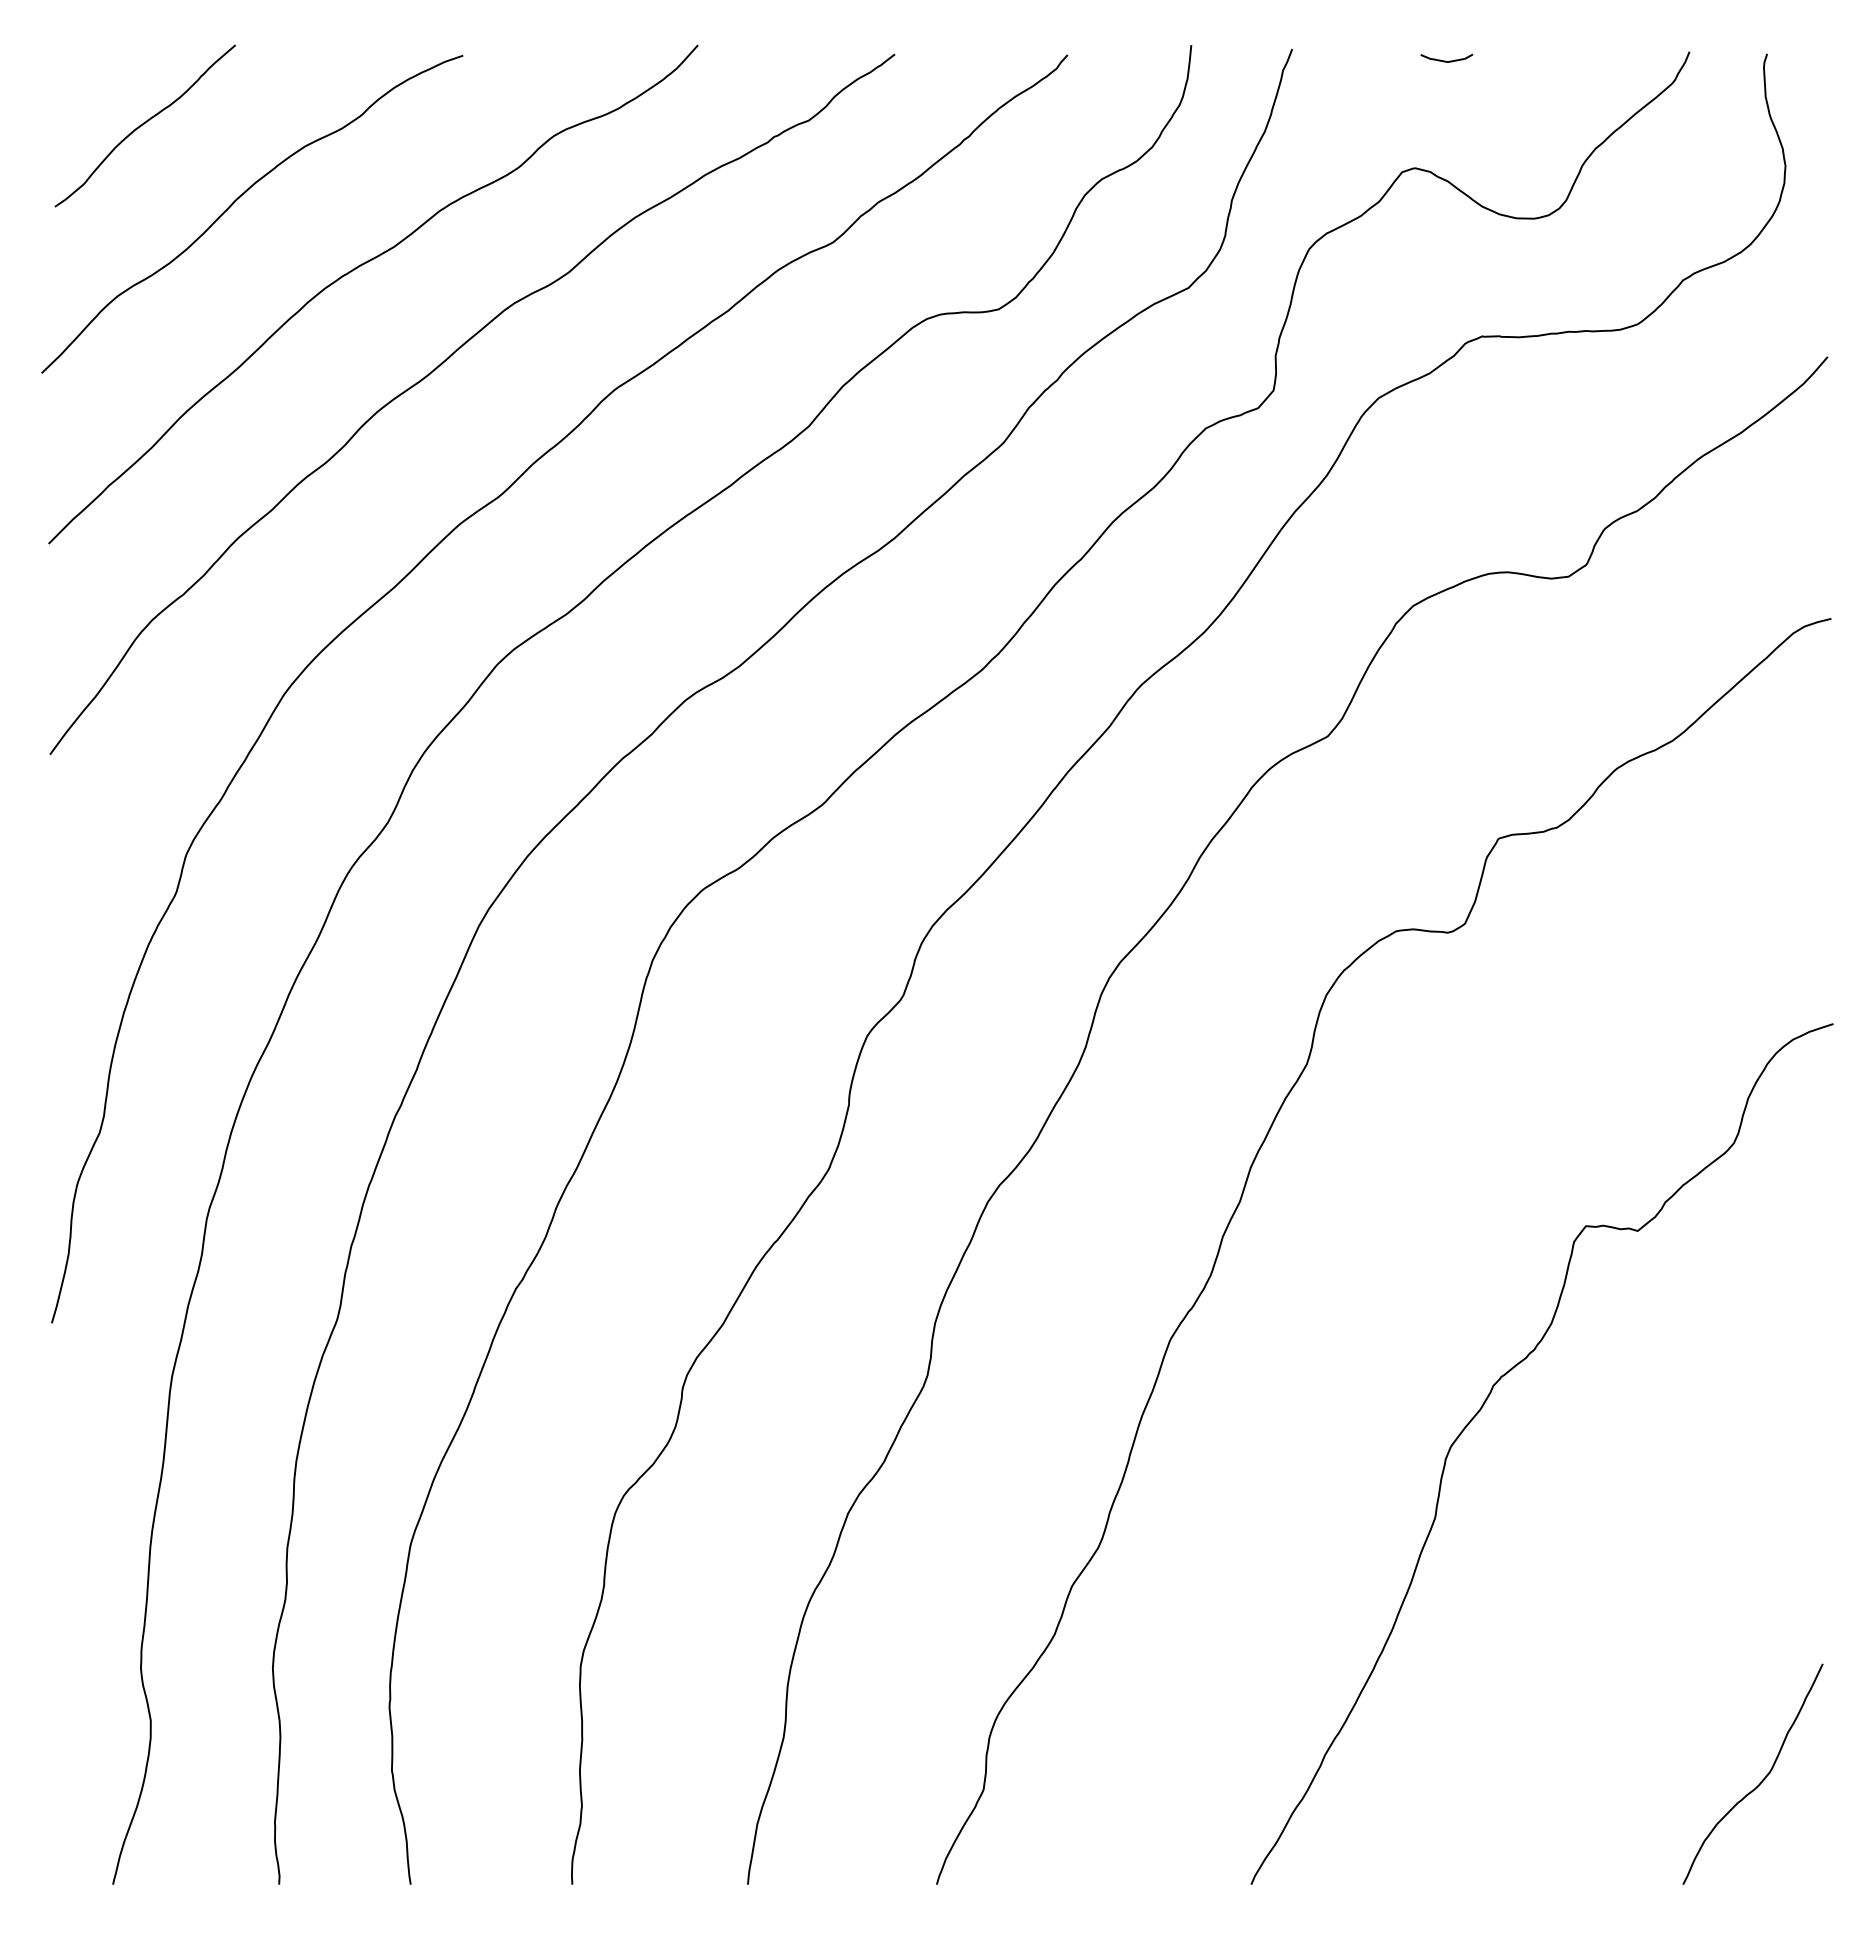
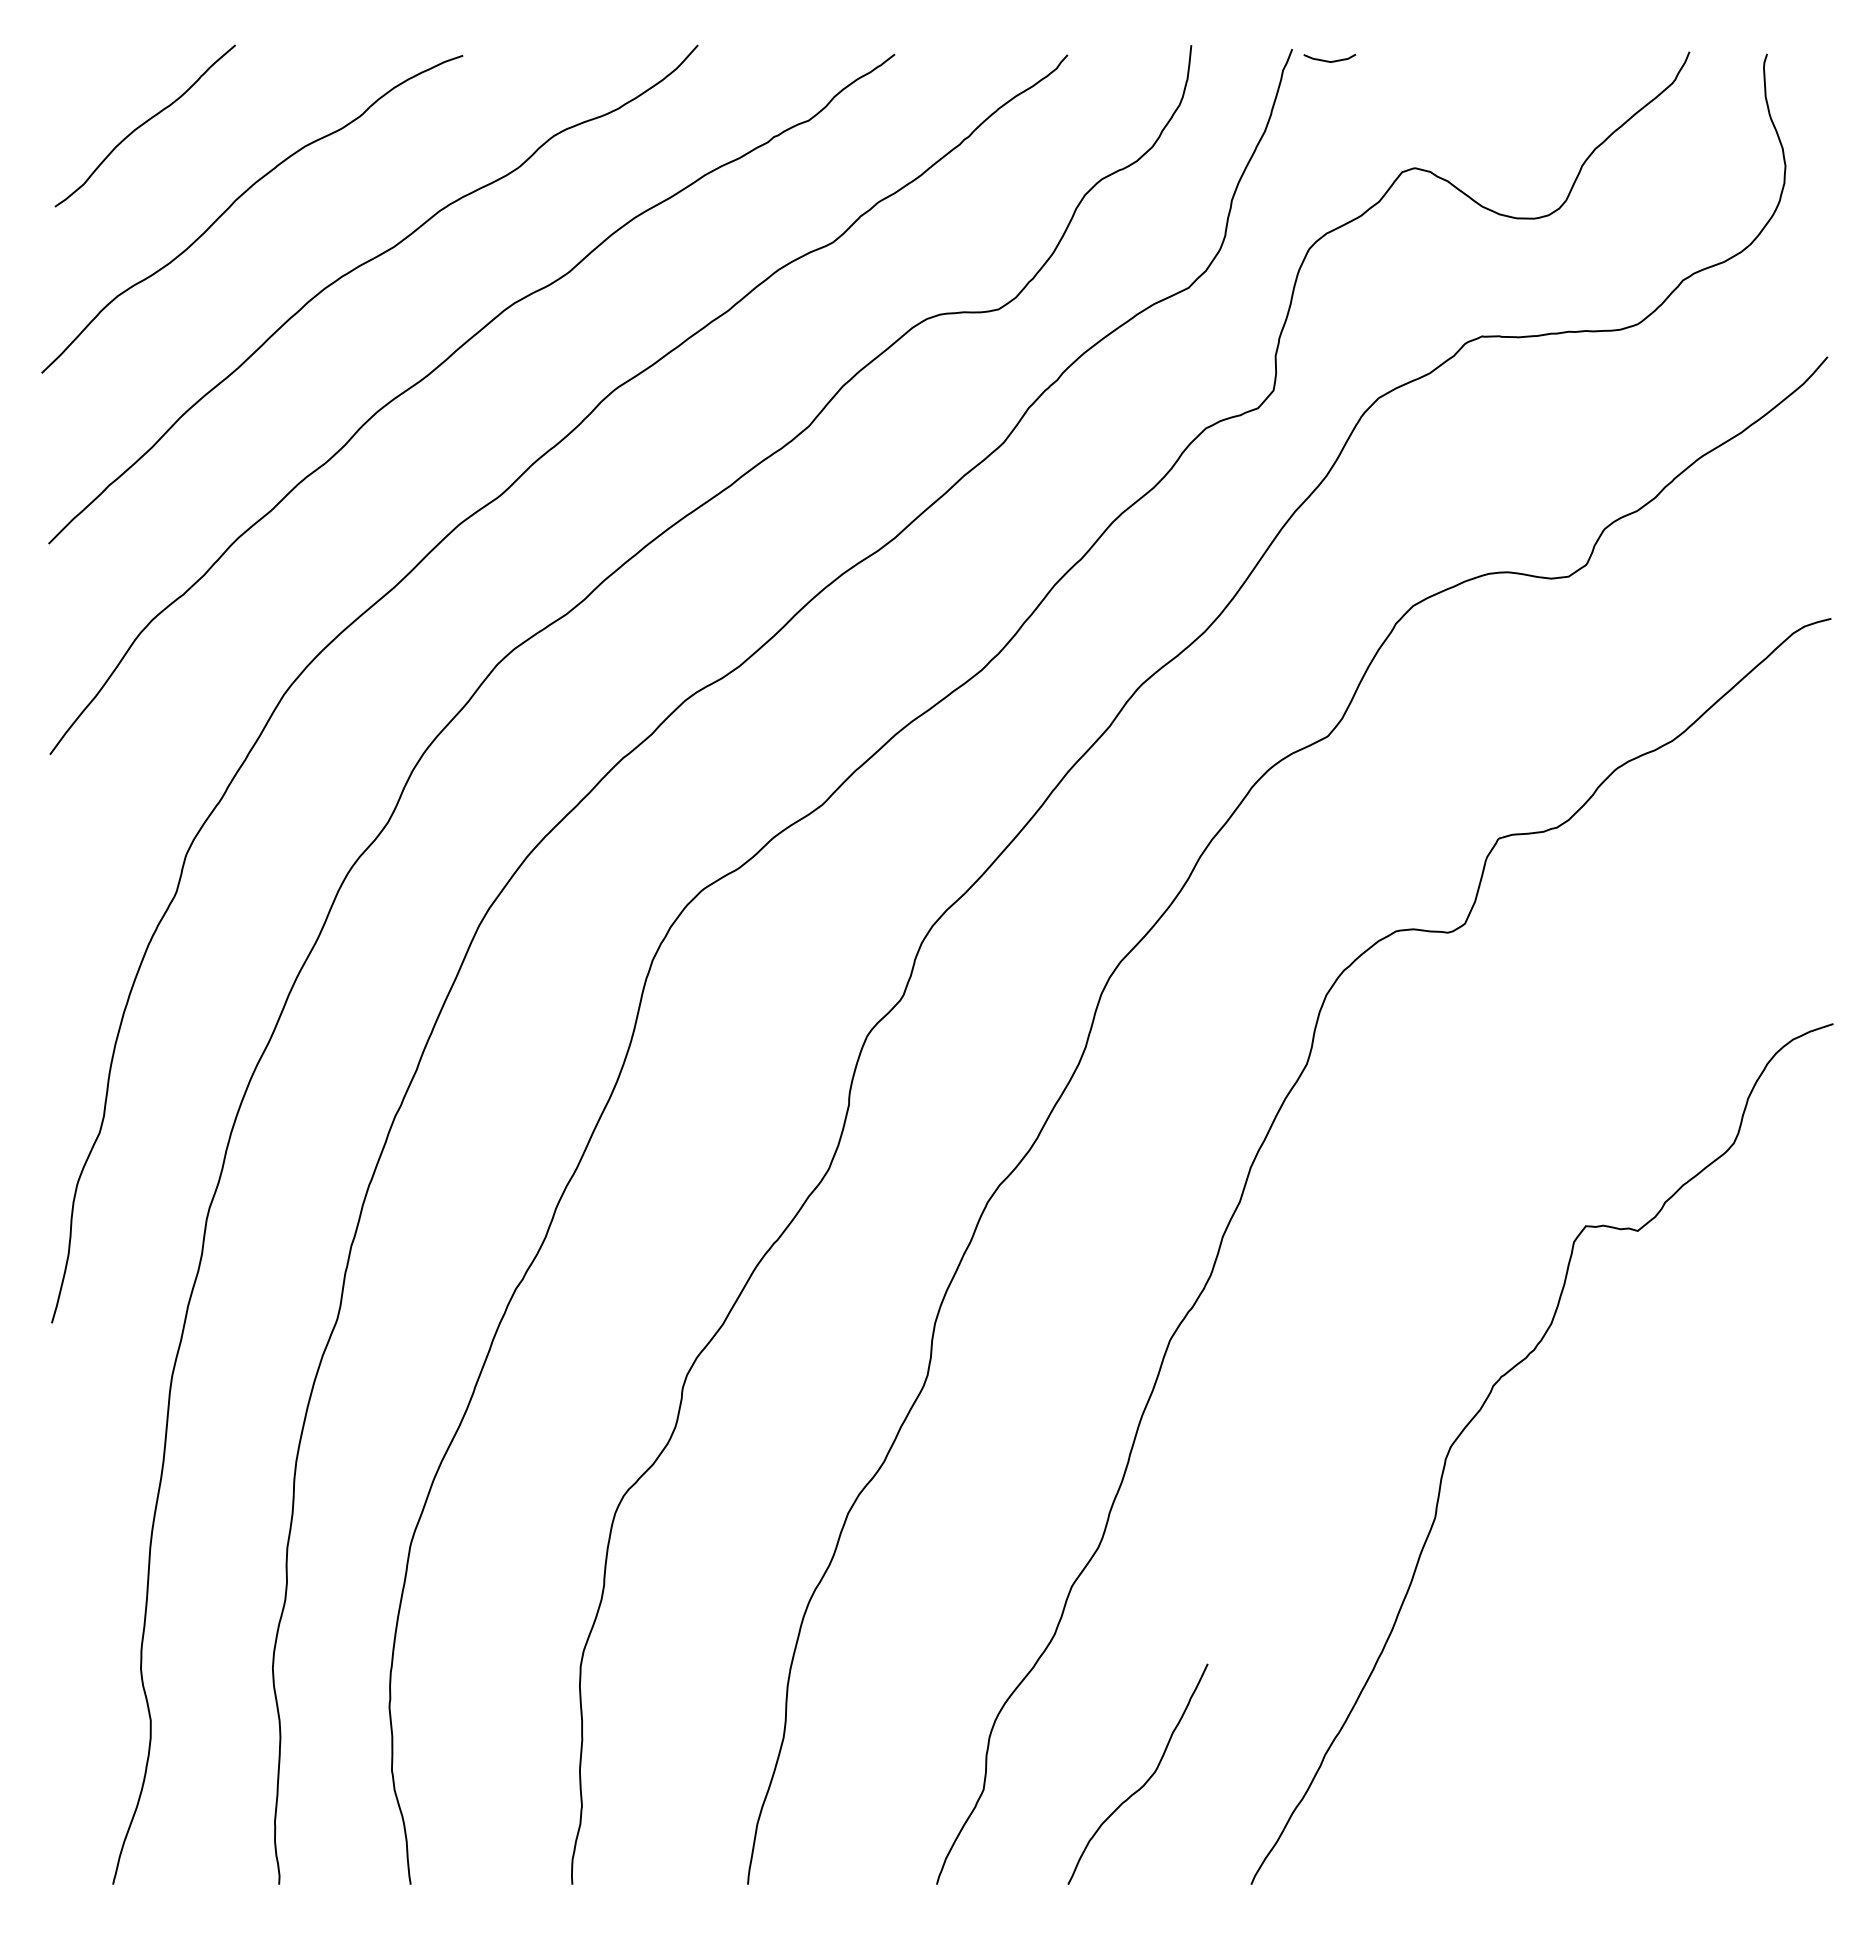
curve at (1445, 60) position: (1445, 60) -> (1328, 60)
curve at (1760, 1781) position: (1760, 1781) -> (1145, 1781)
